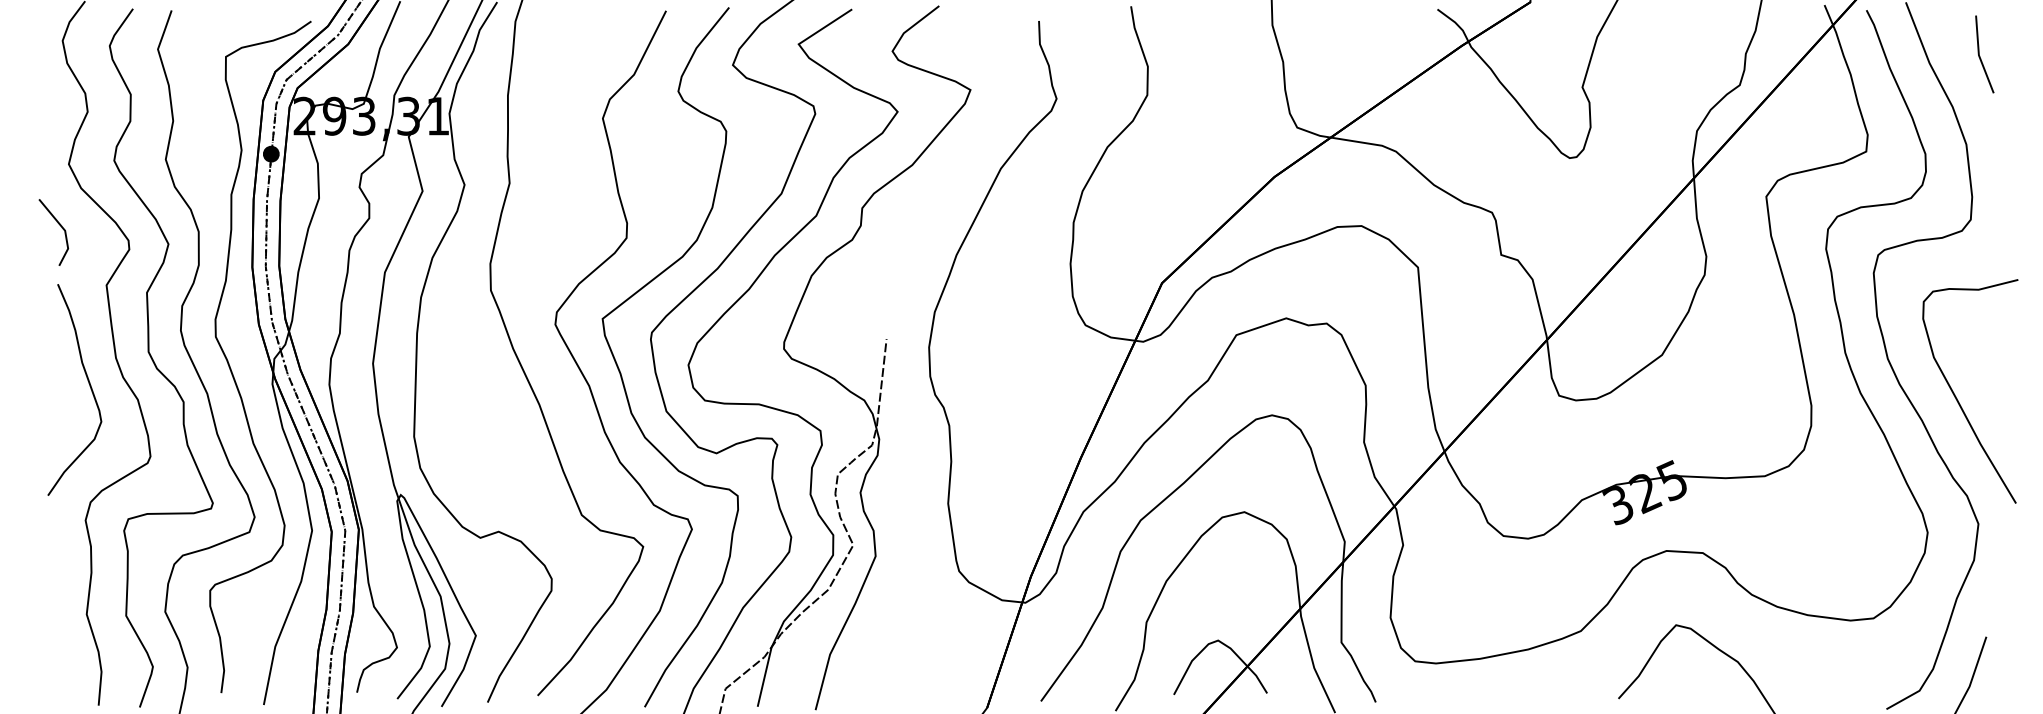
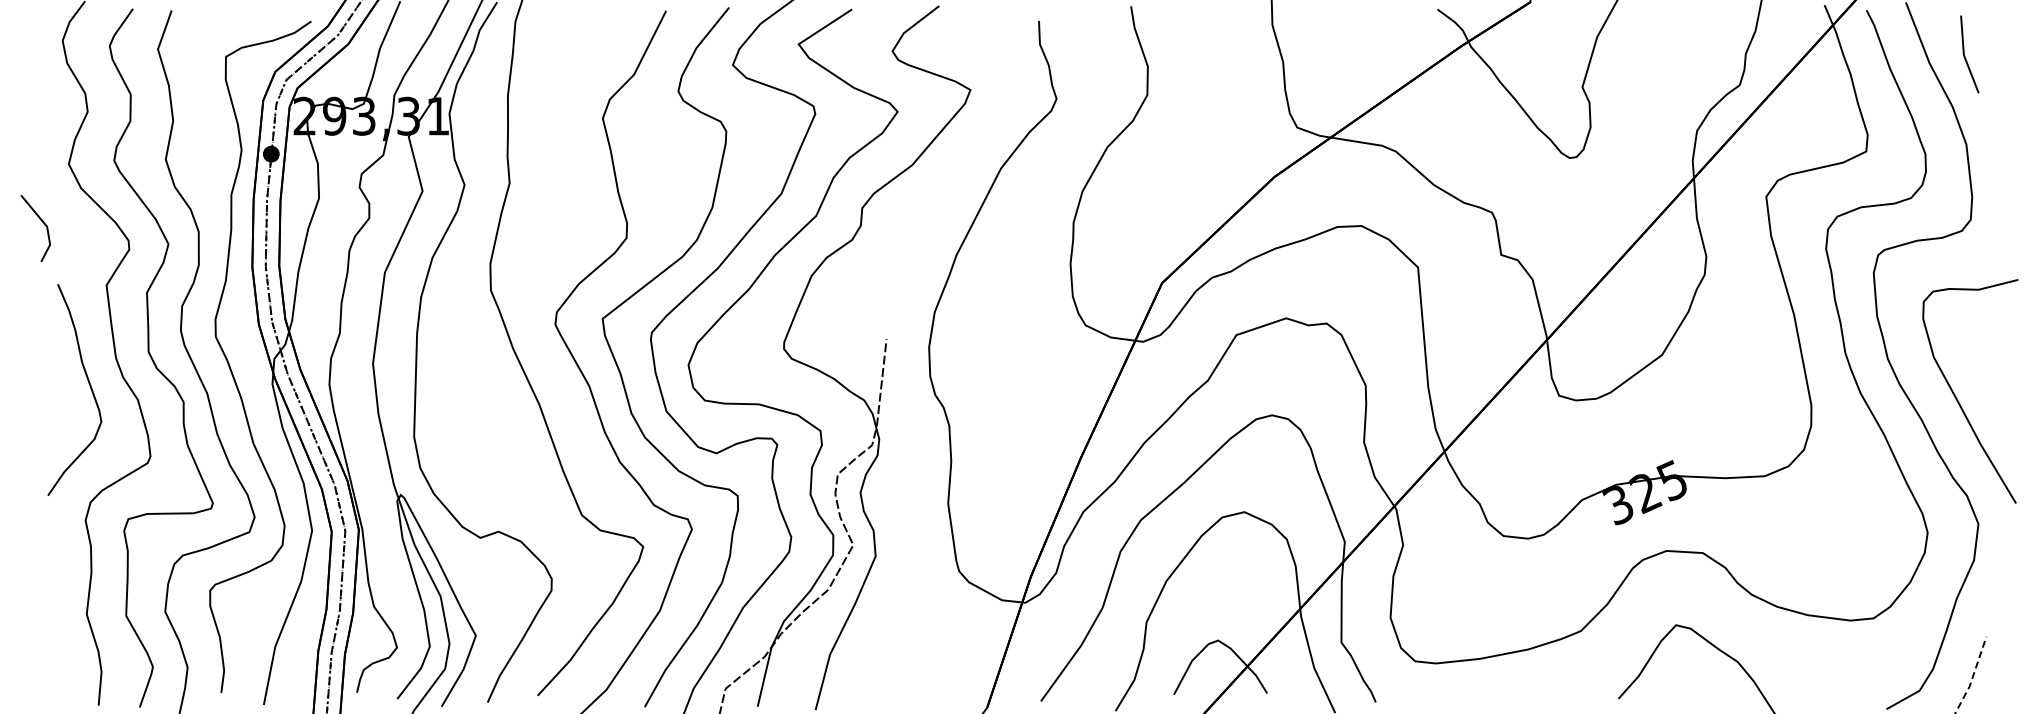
line at (1980, 56) position: (1980, 56) -> (1965, 56)
line at (59, 225) position: (59, 225) -> (41, 221)
line at (1973, 676): solid -> dashed
